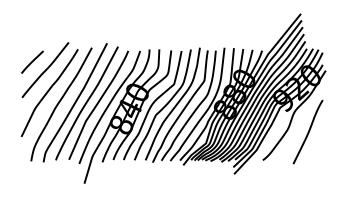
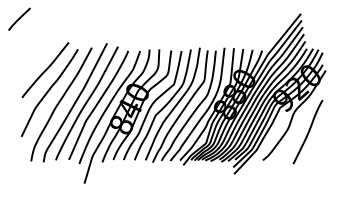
line at (32, 61) position: (32, 61) -> (19, 18)
